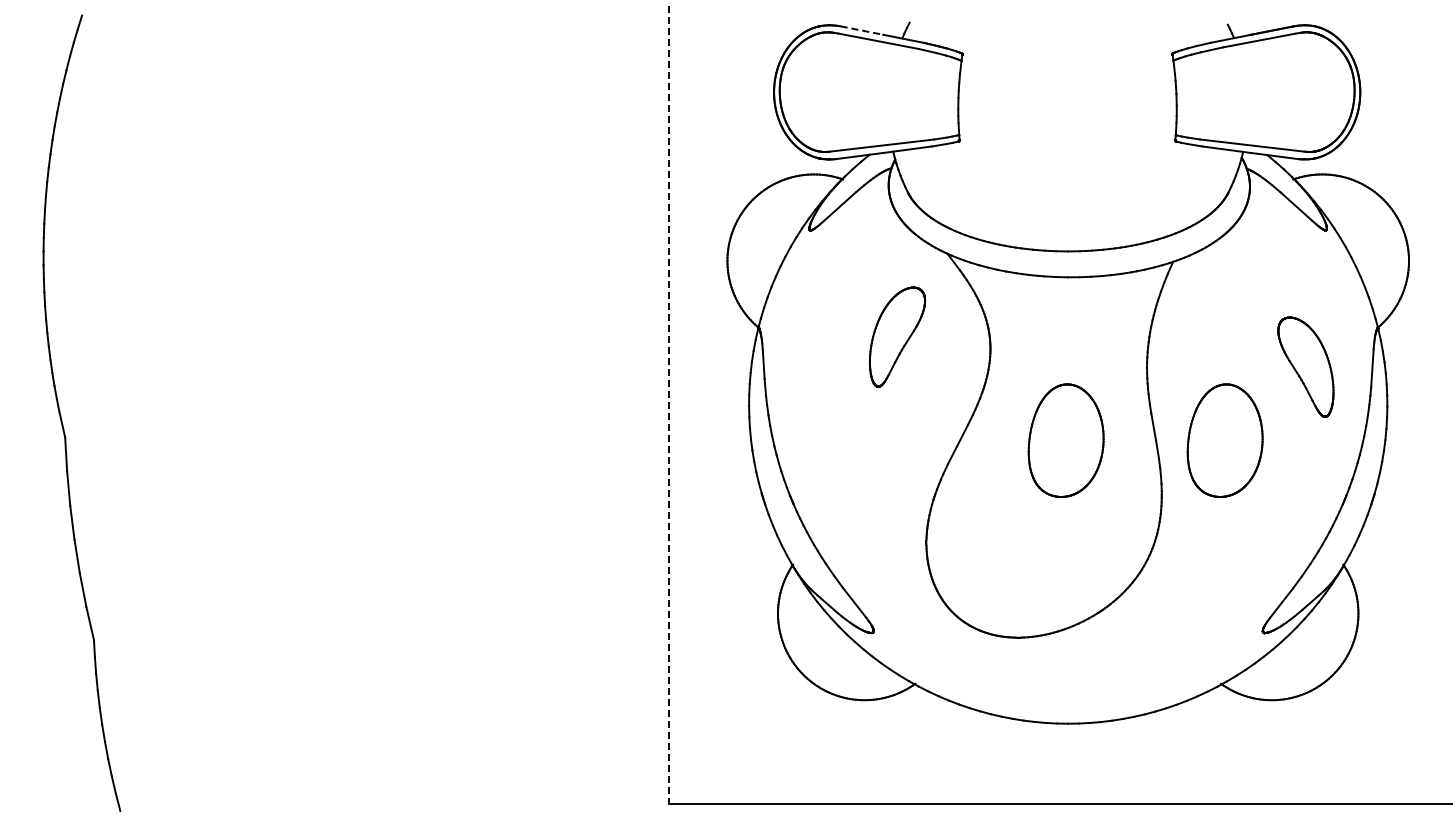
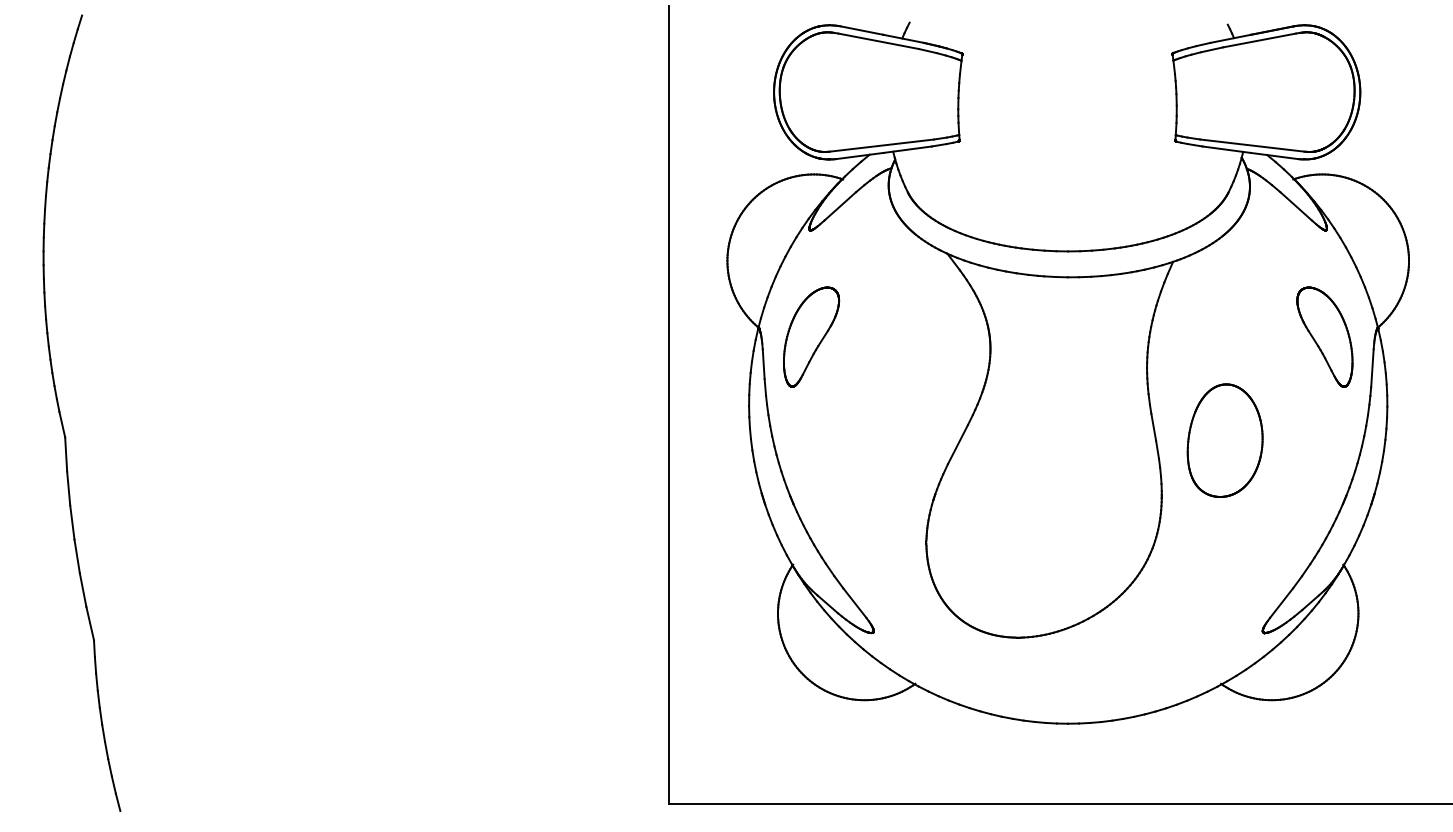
line at (862, 30): dashed -> solid
part at (897, 336) position: (897, 336) -> (811, 336)
part at (1305, 366) position: (1305, 366) -> (1324, 336)
line at (669, 404): dashed -> solid
part at (1065, 440): present -> none
